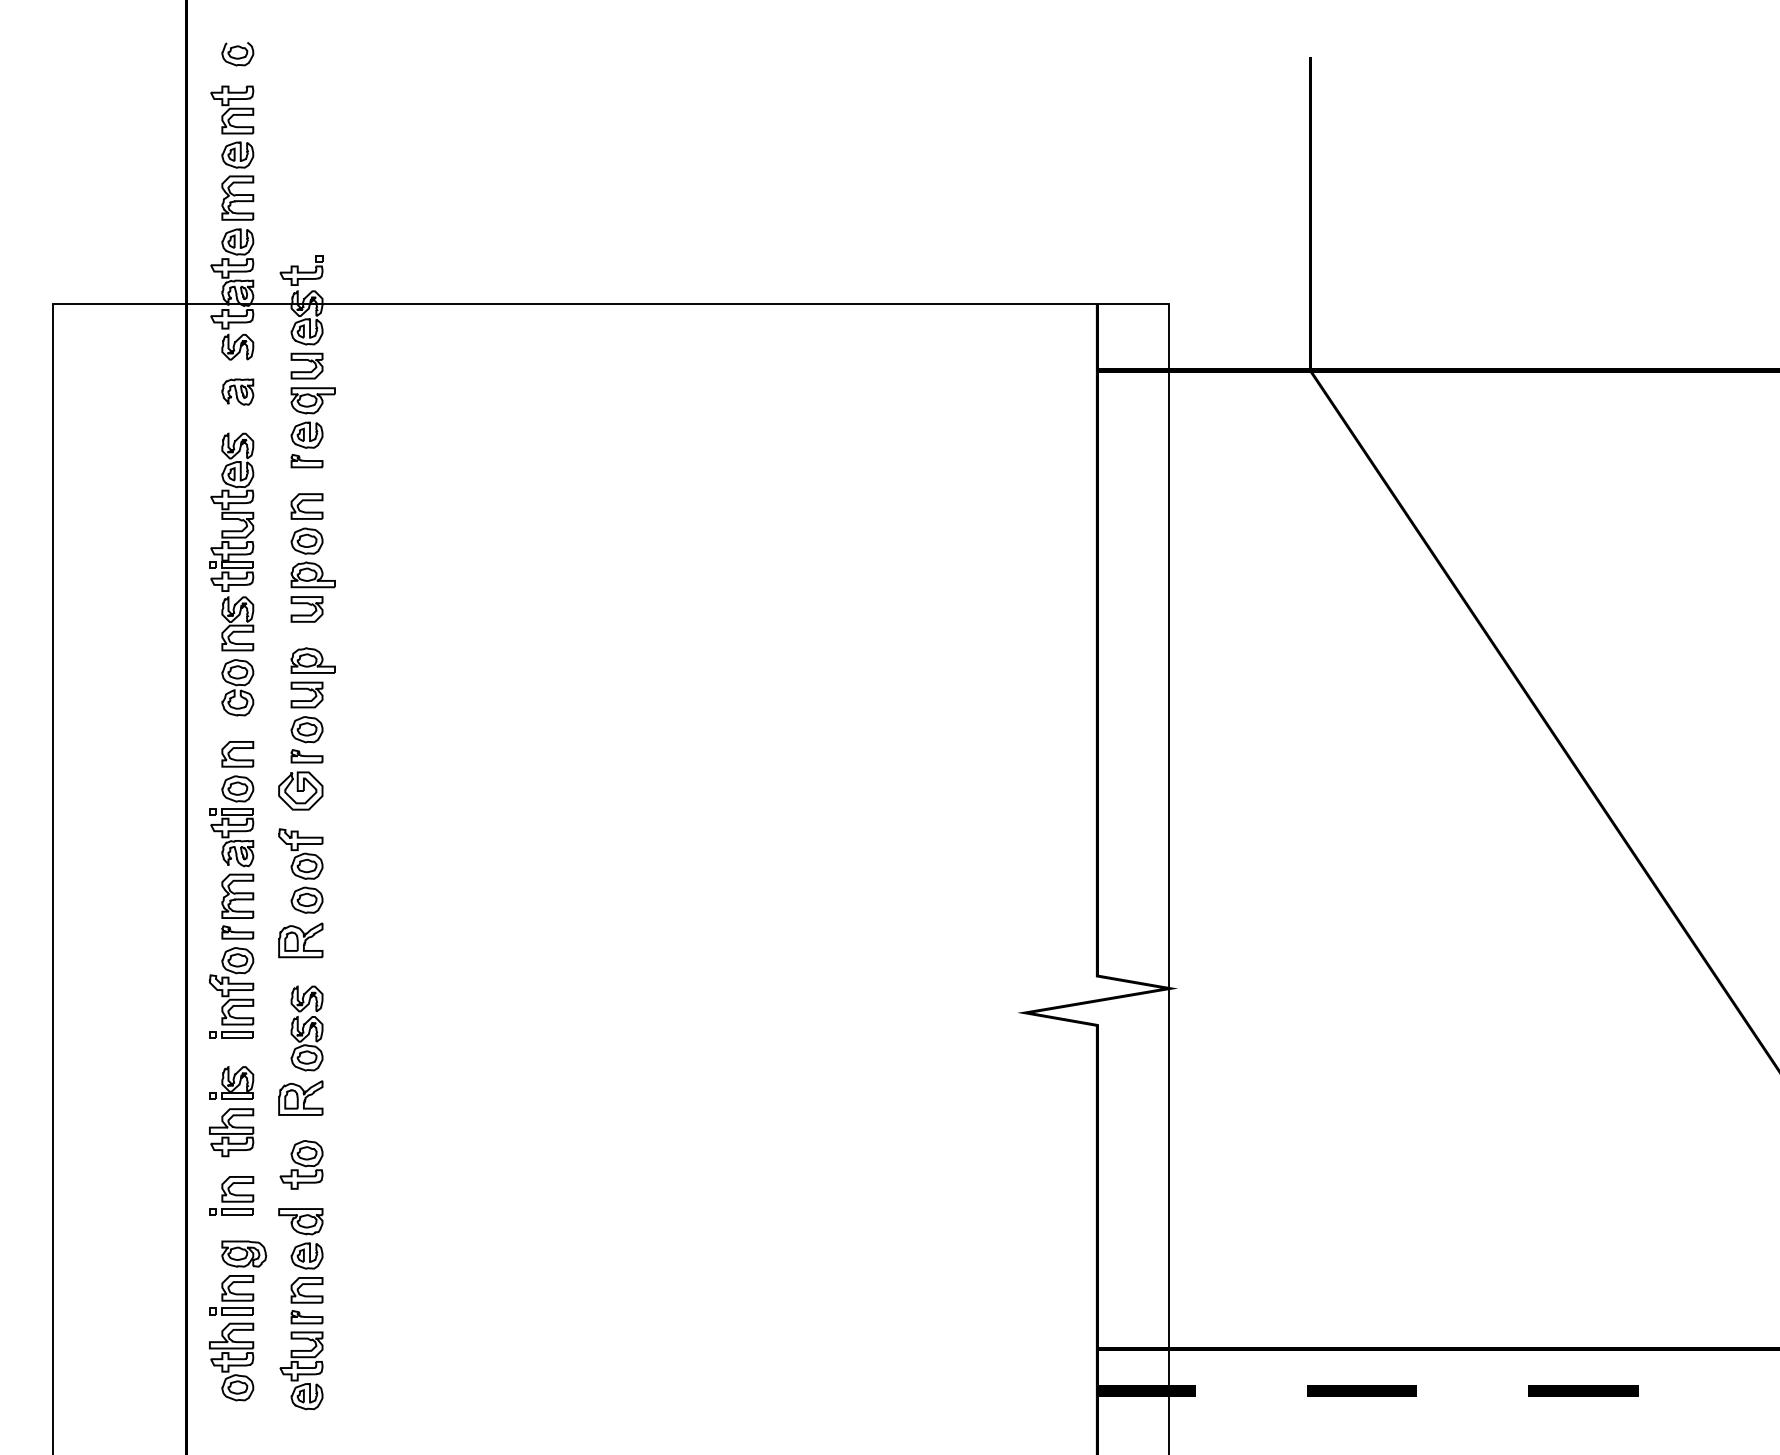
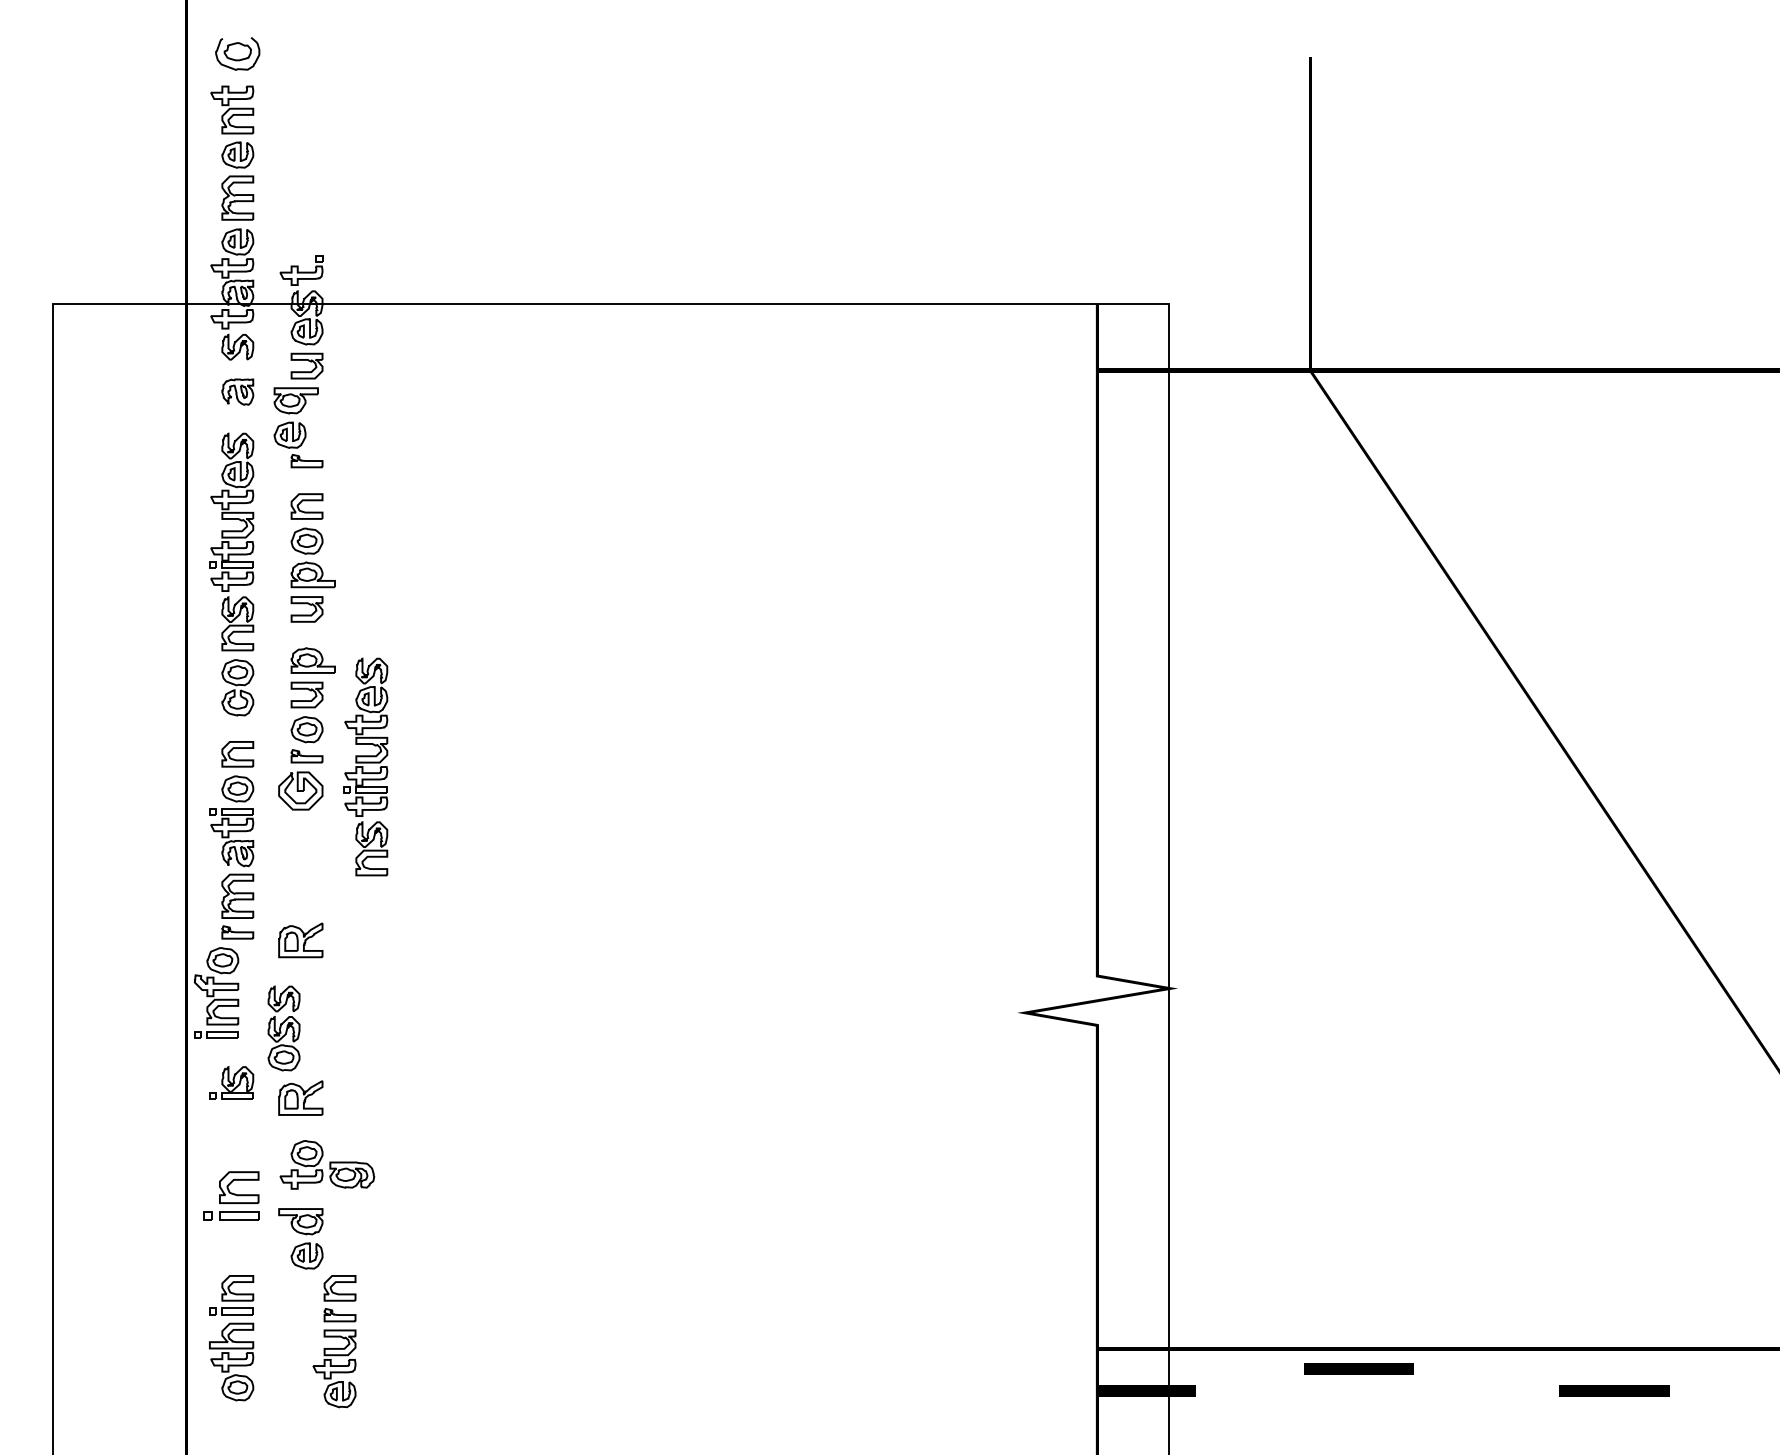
part at (237, 54) size: 34x25 px -> 46x34 px
part at (312, 417) position: (312, 417) -> (295, 417)
part at (365, 766): none -> present
part at (300, 870): present -> none
part at (231, 992) position: (231, 992) -> (216, 992)
part at (306, 1028) position: (306, 1028) -> (283, 1028)
part at (231, 1132): present -> none
part at (231, 1195) size: 46x40 px -> 57x50 px
part at (244, 1253) position: (244, 1253) -> (352, 1174)
part at (301, 1343) position: (301, 1343) -> (334, 1341)
line at (1361, 1390) position: (1361, 1390) -> (1358, 1368)
line at (1583, 1390) position: (1583, 1390) -> (1614, 1390)
